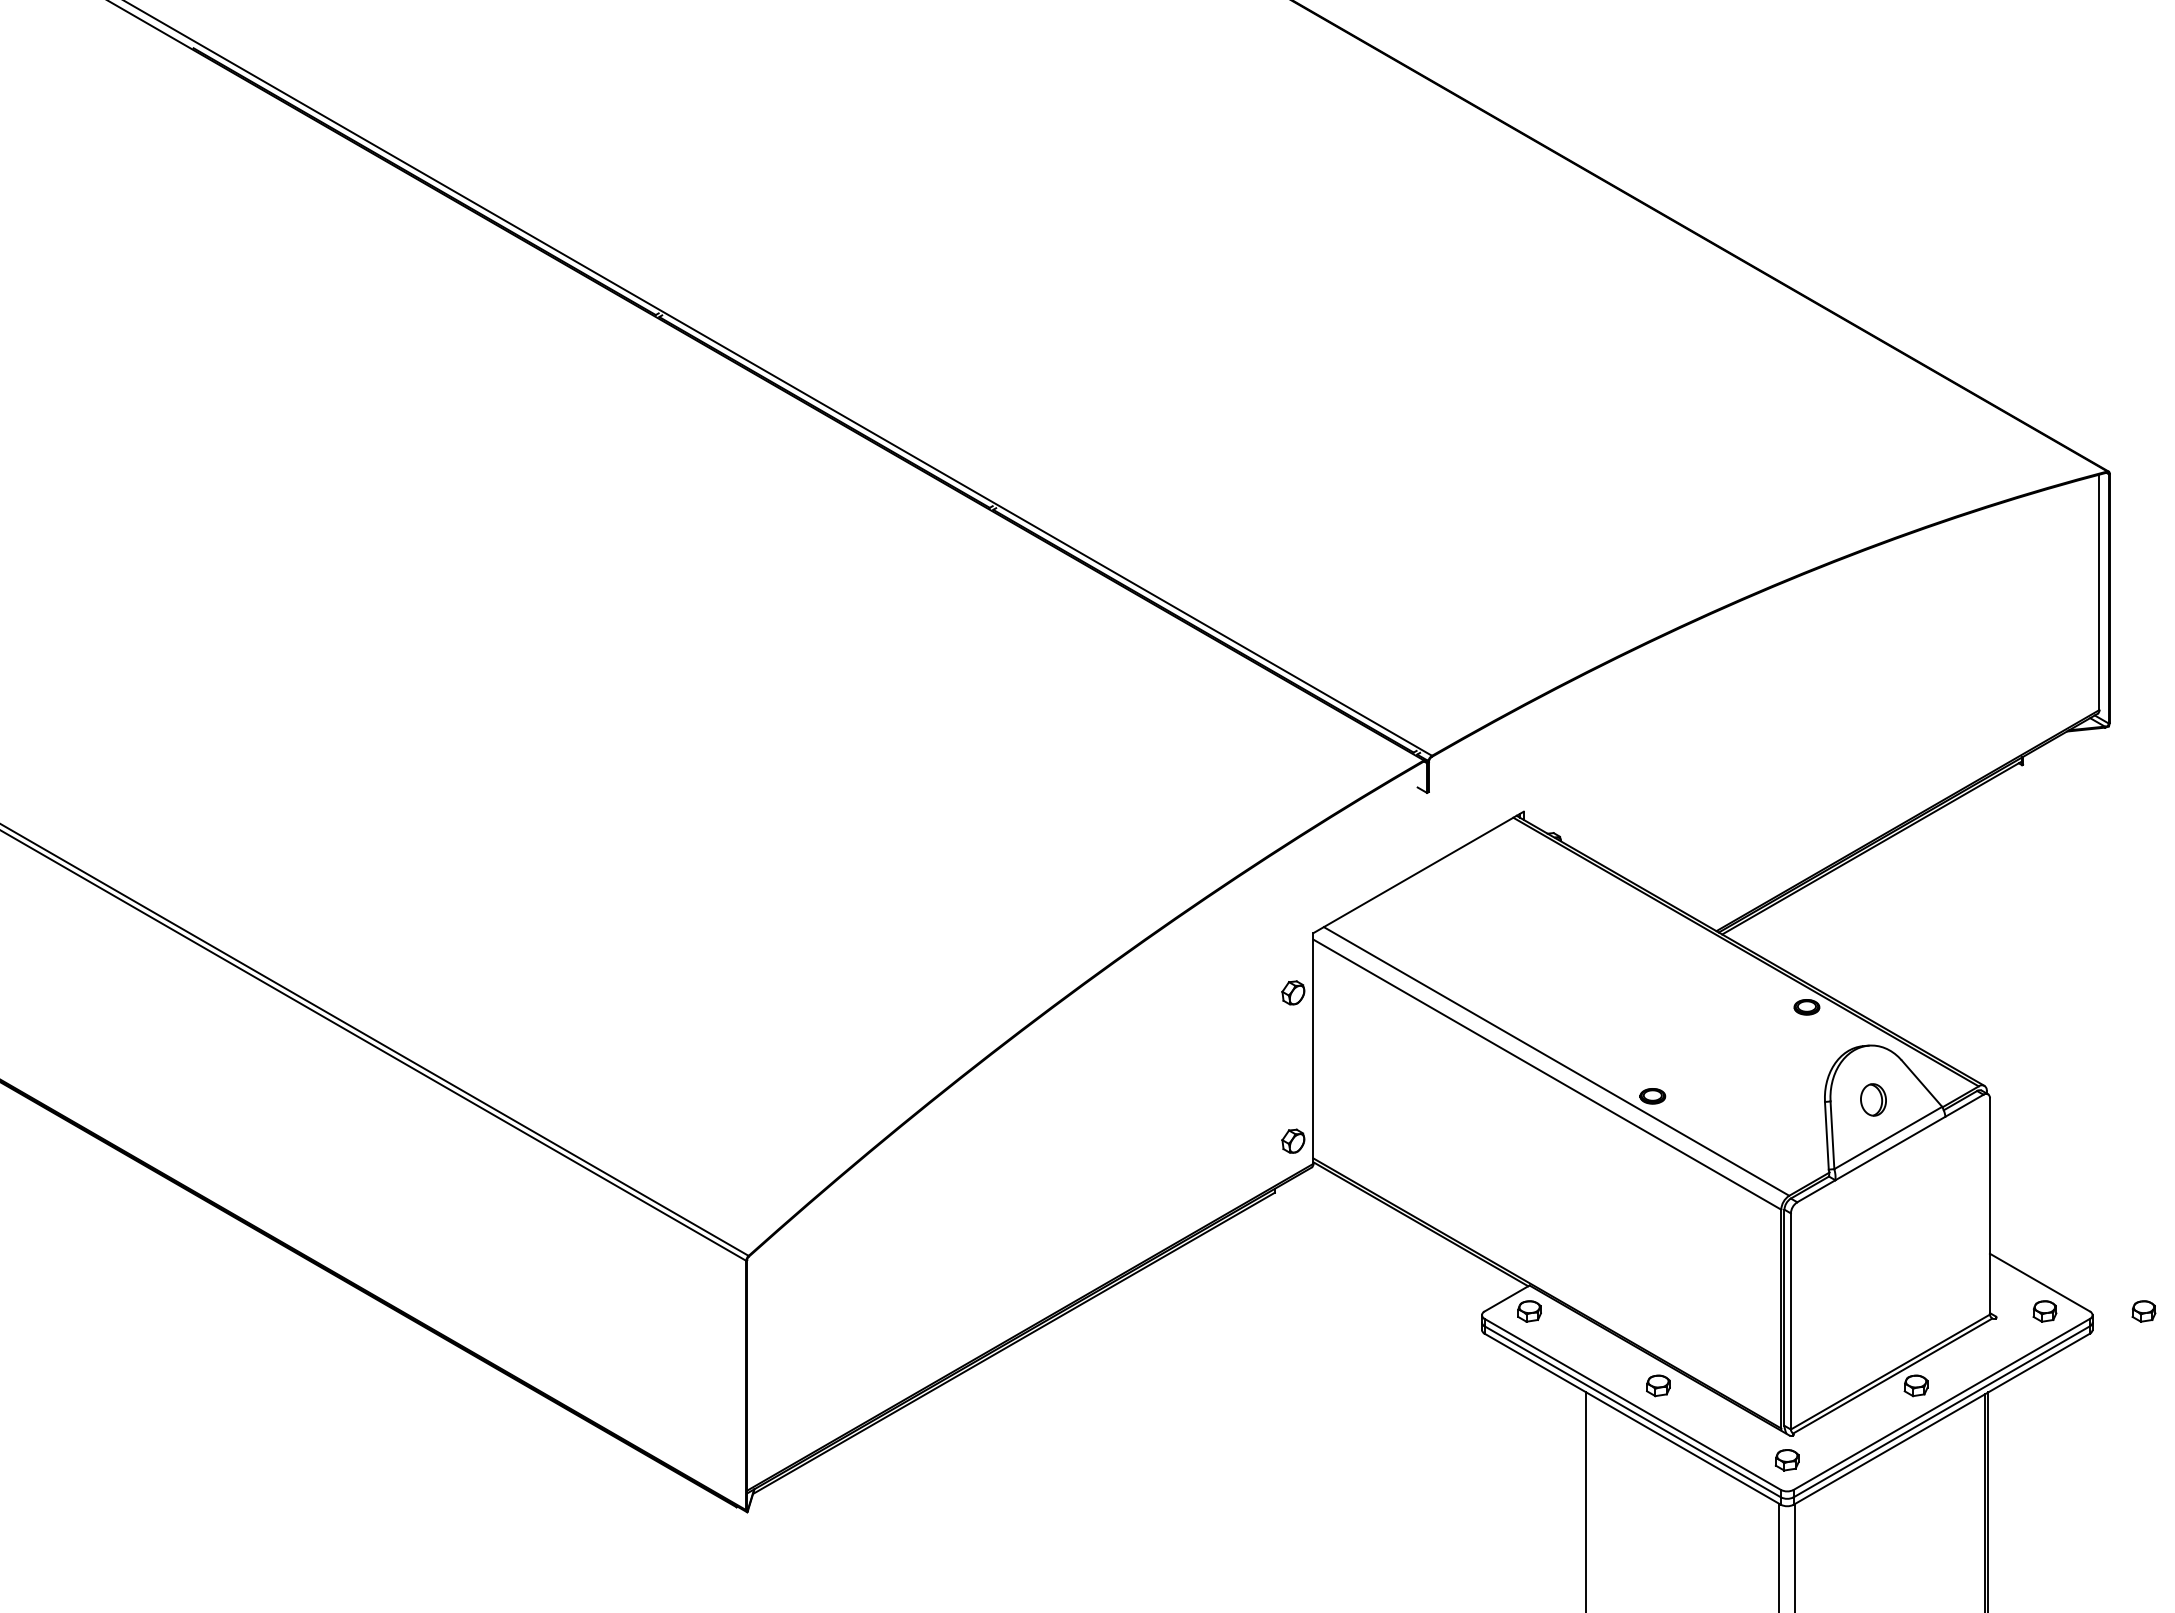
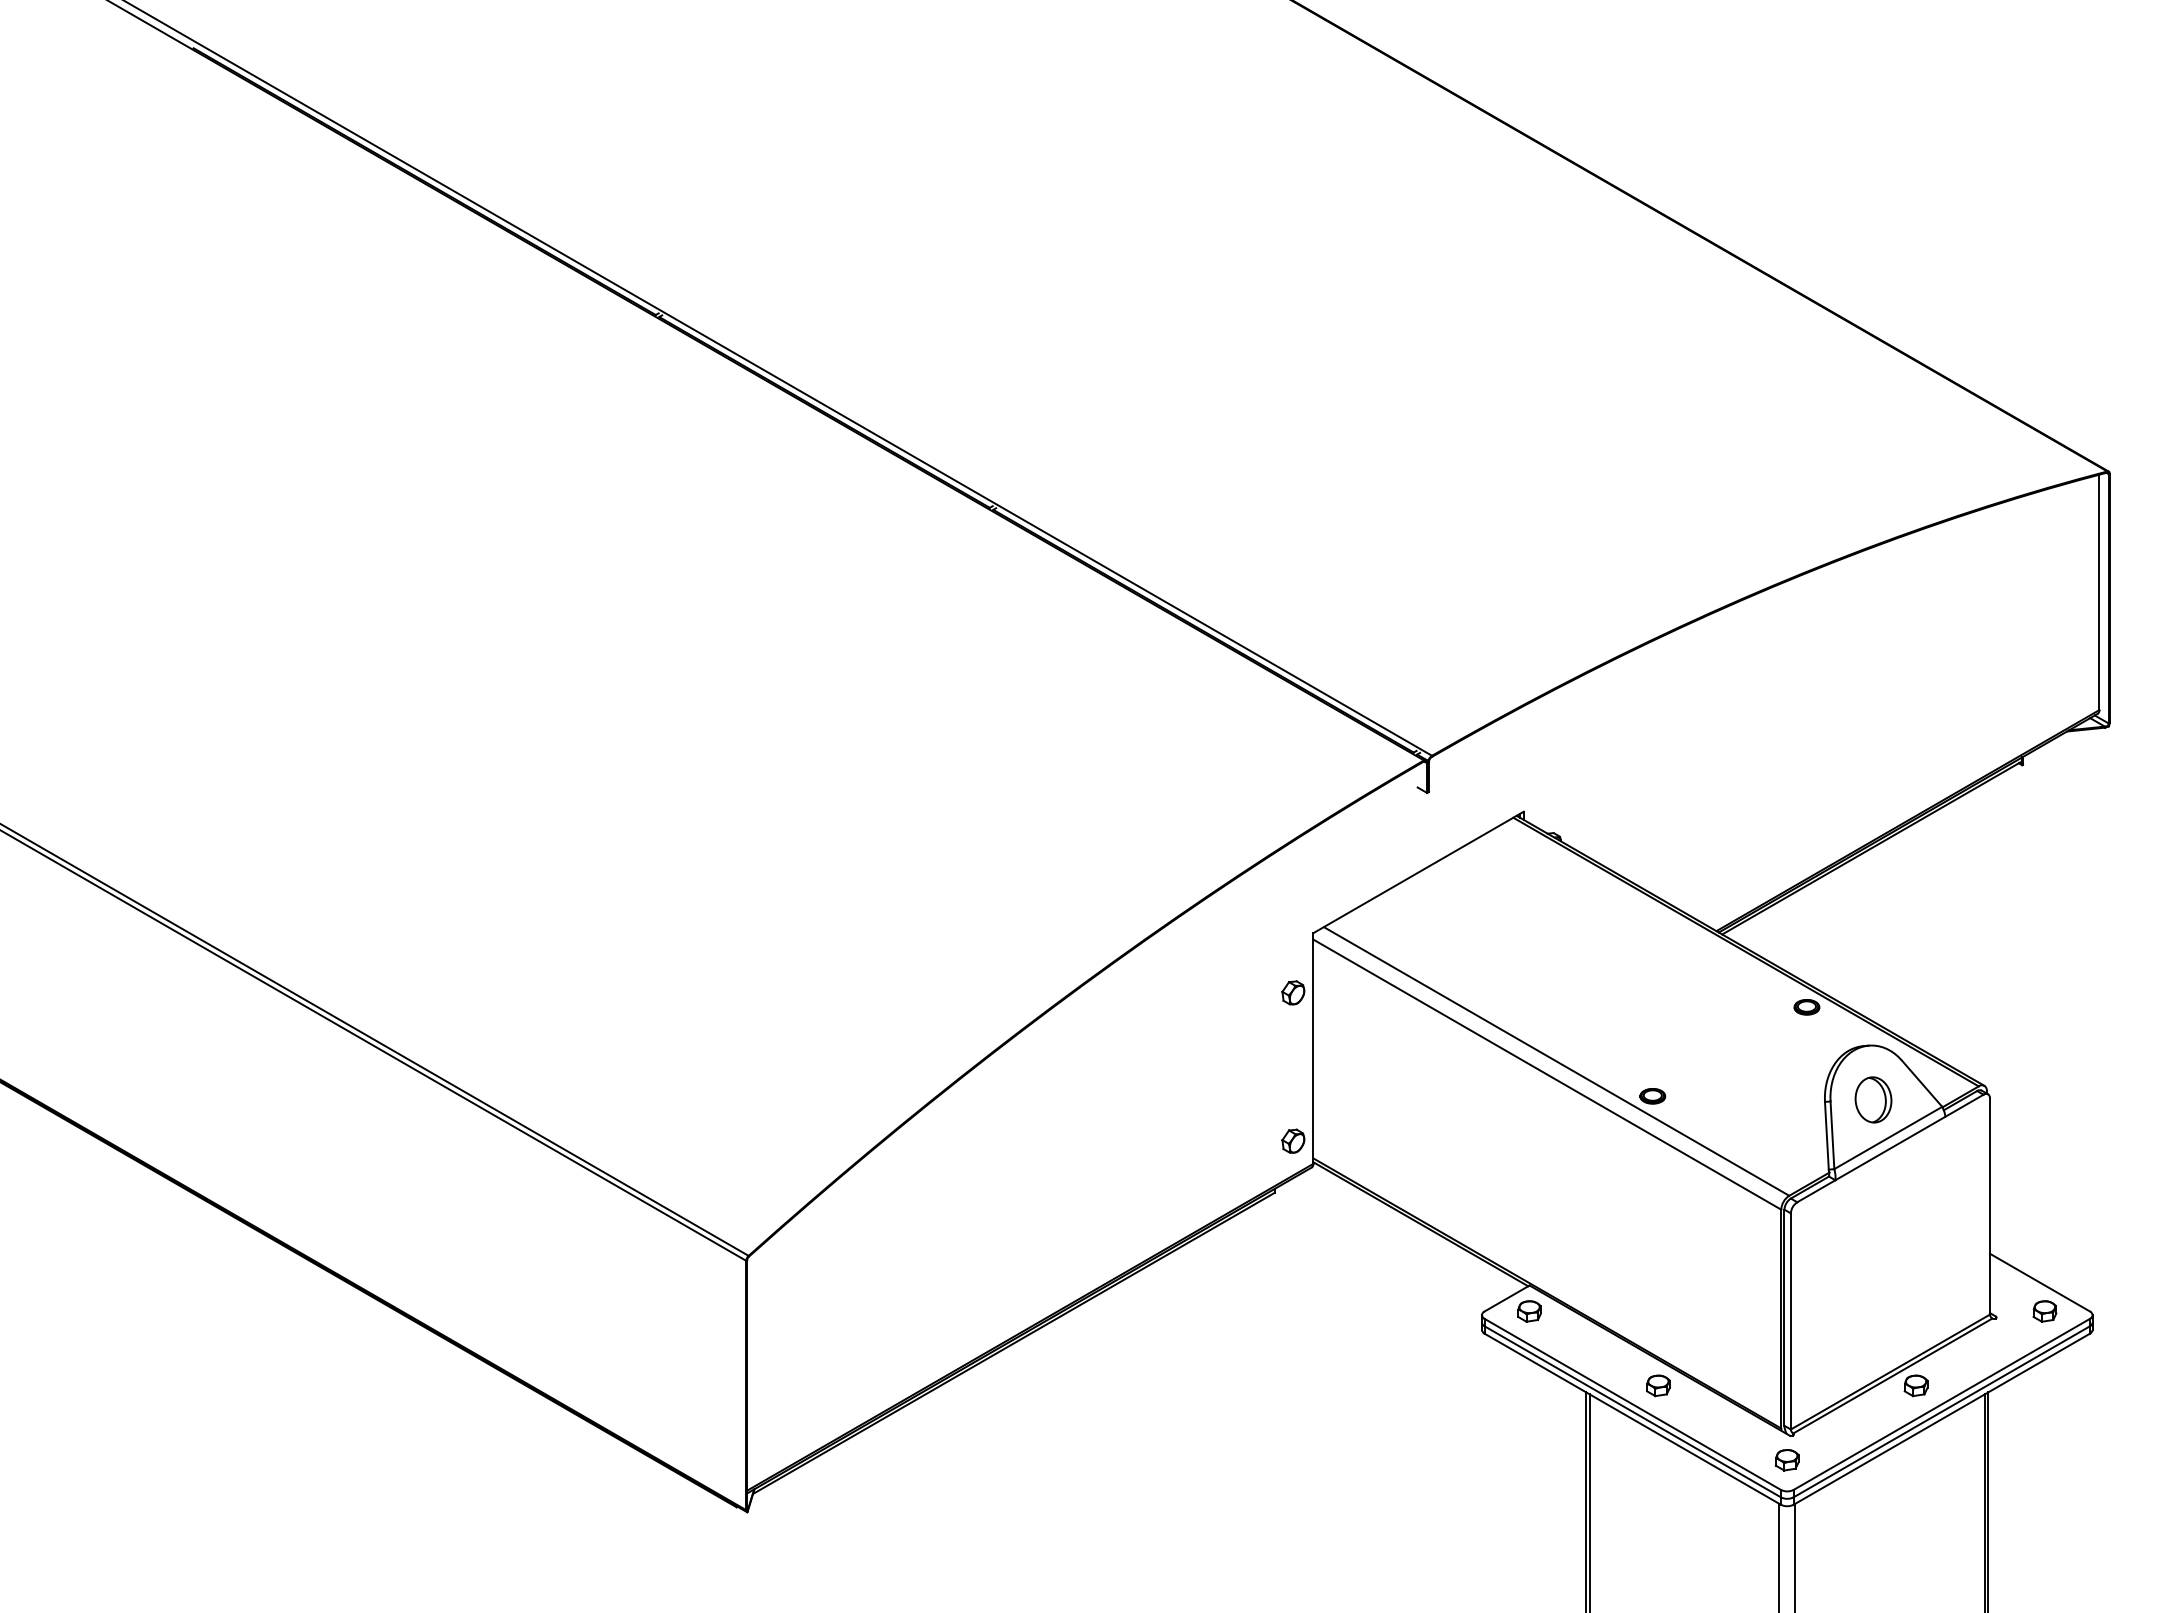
part at (1873, 1099) size: 27x34 px -> 39x48 px
part at (2143, 1311): present -> none
line at (1589, 1501): none -> present
